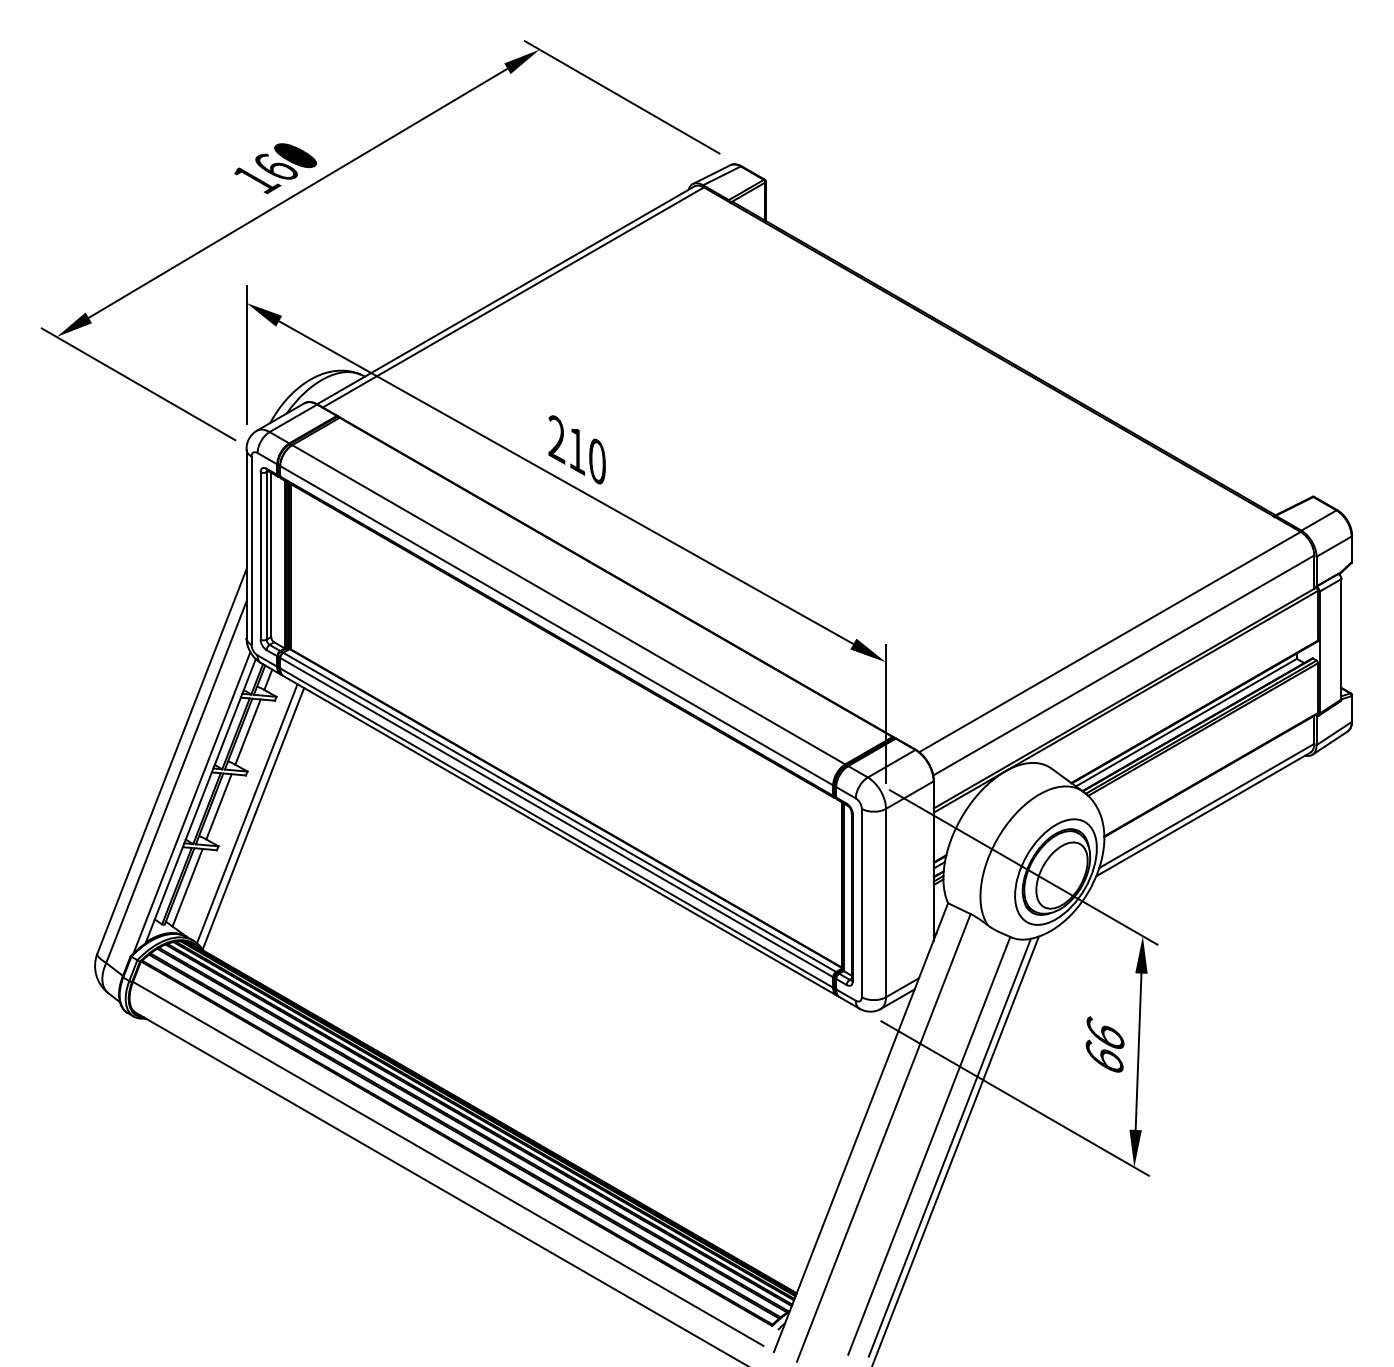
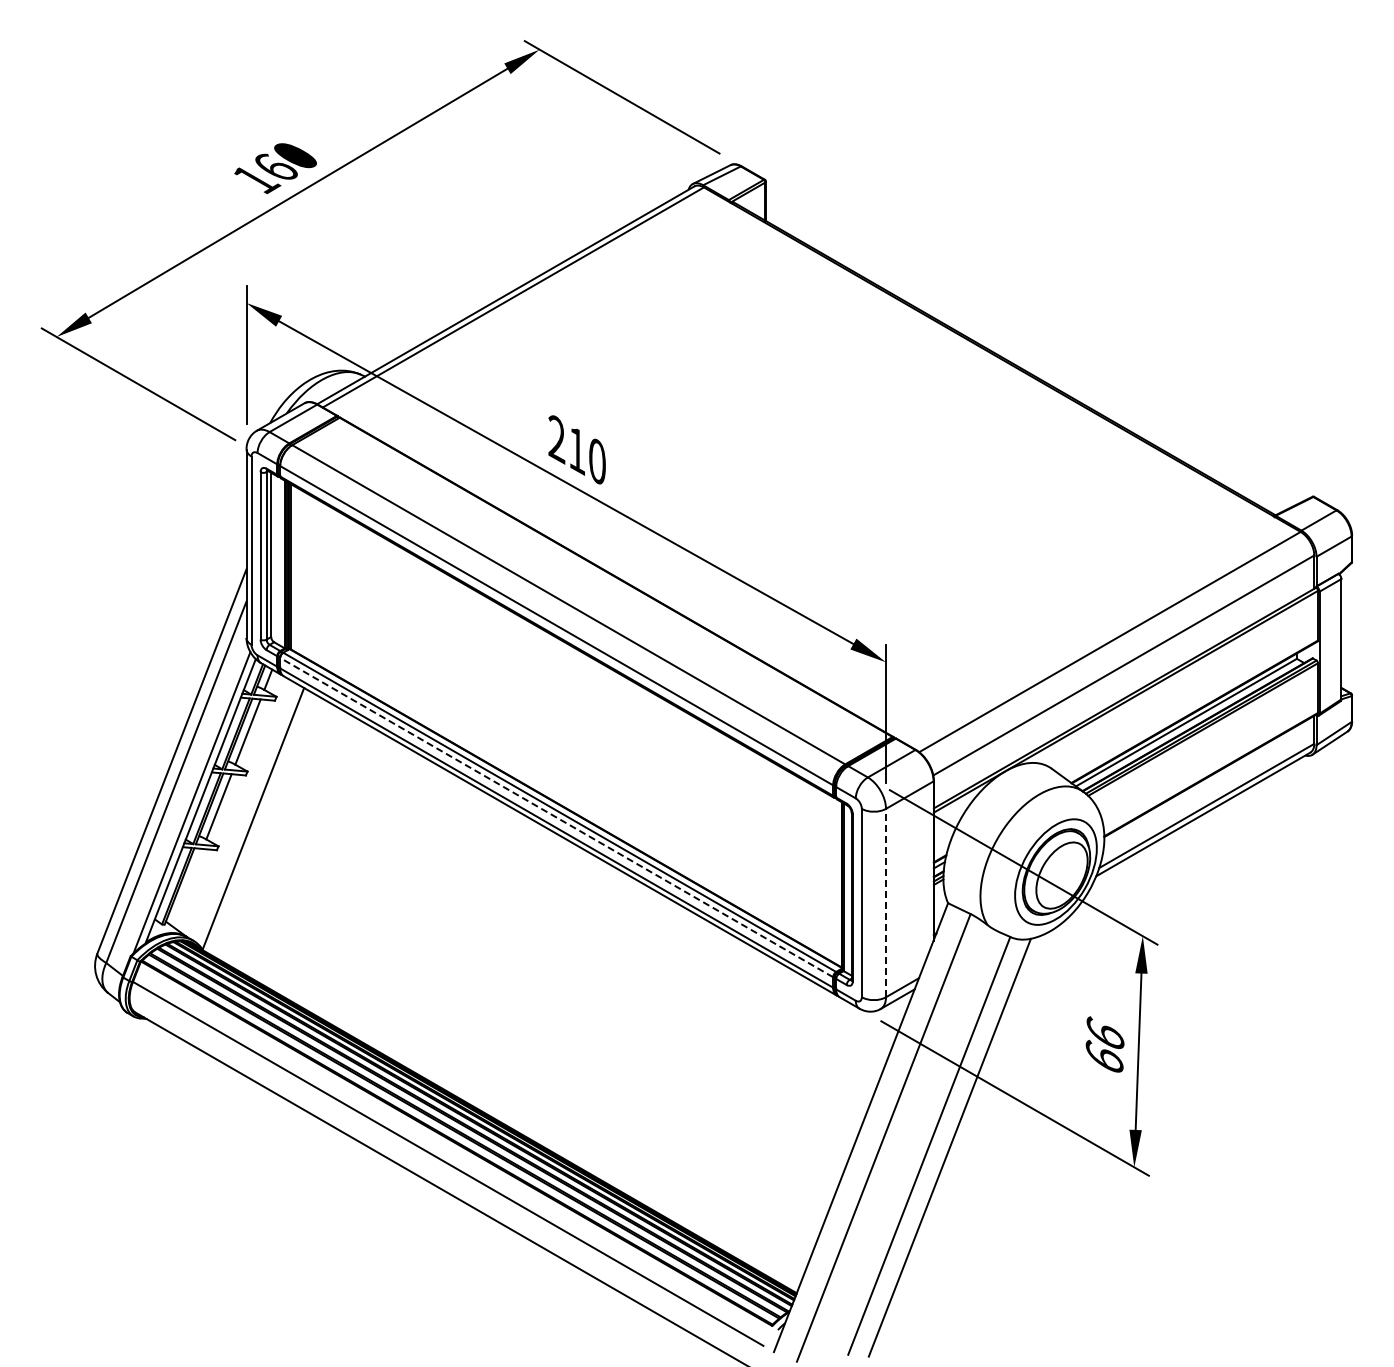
line at (247, 813): present -> none
line at (556, 817): solid -> dashed
line at (187, 887): present -> none
line at (886, 902): solid -> dashed
line at (955, 1149): present -> none
